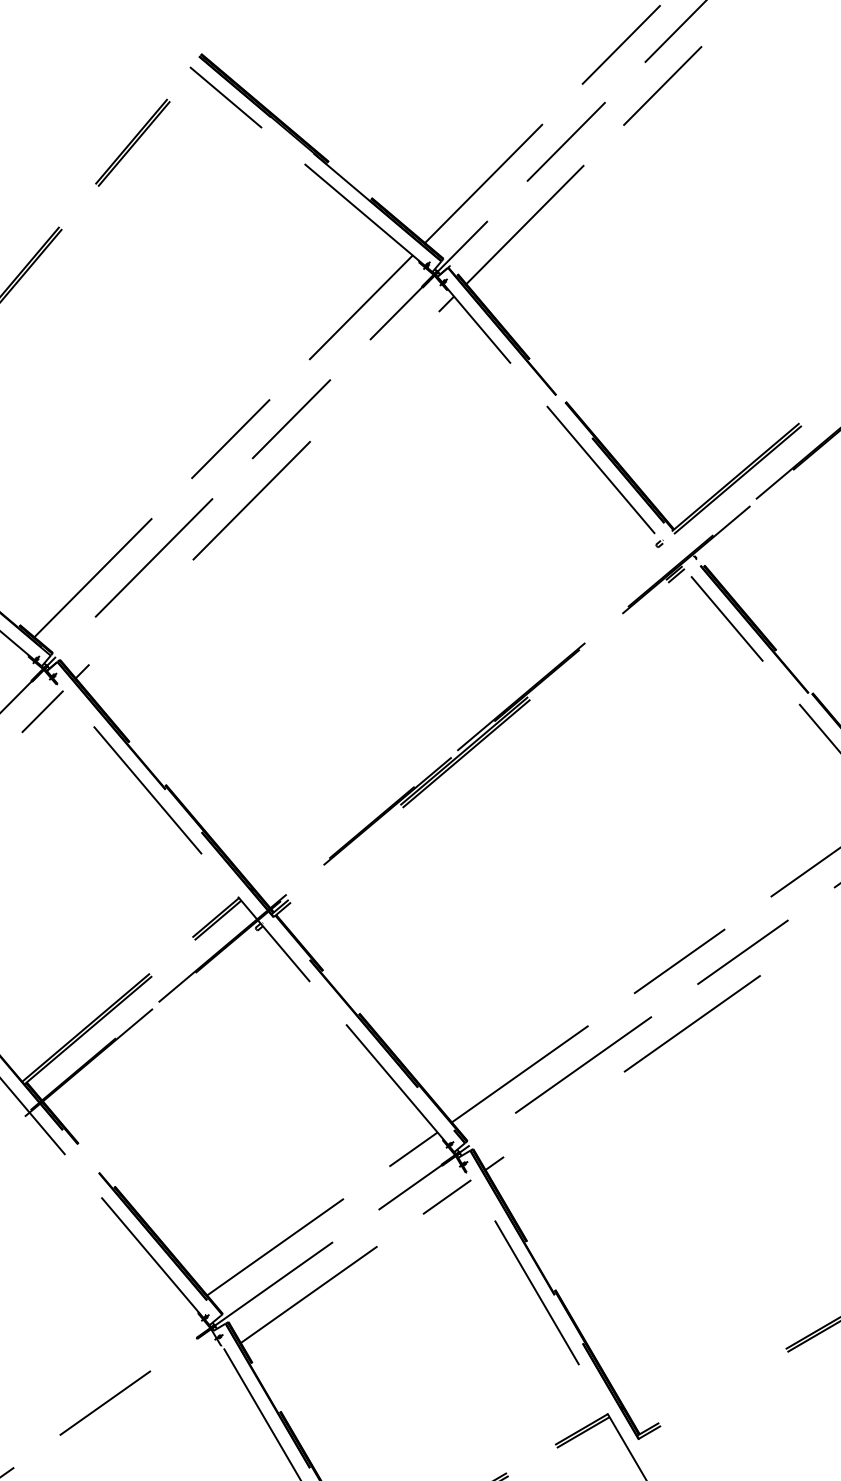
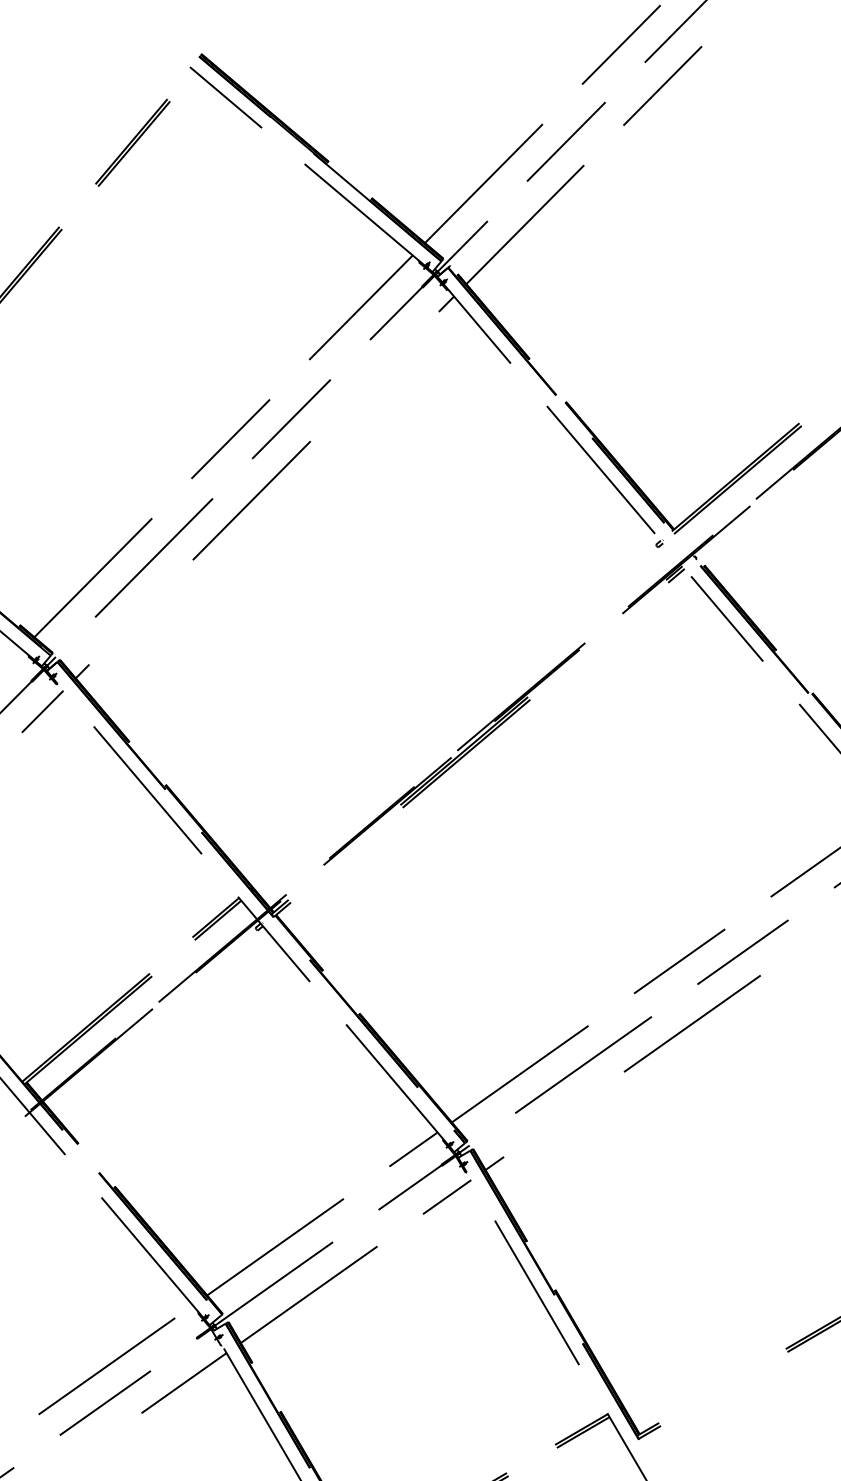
line at (115, 1359): none -> present
line at (183, 1383): none -> present
